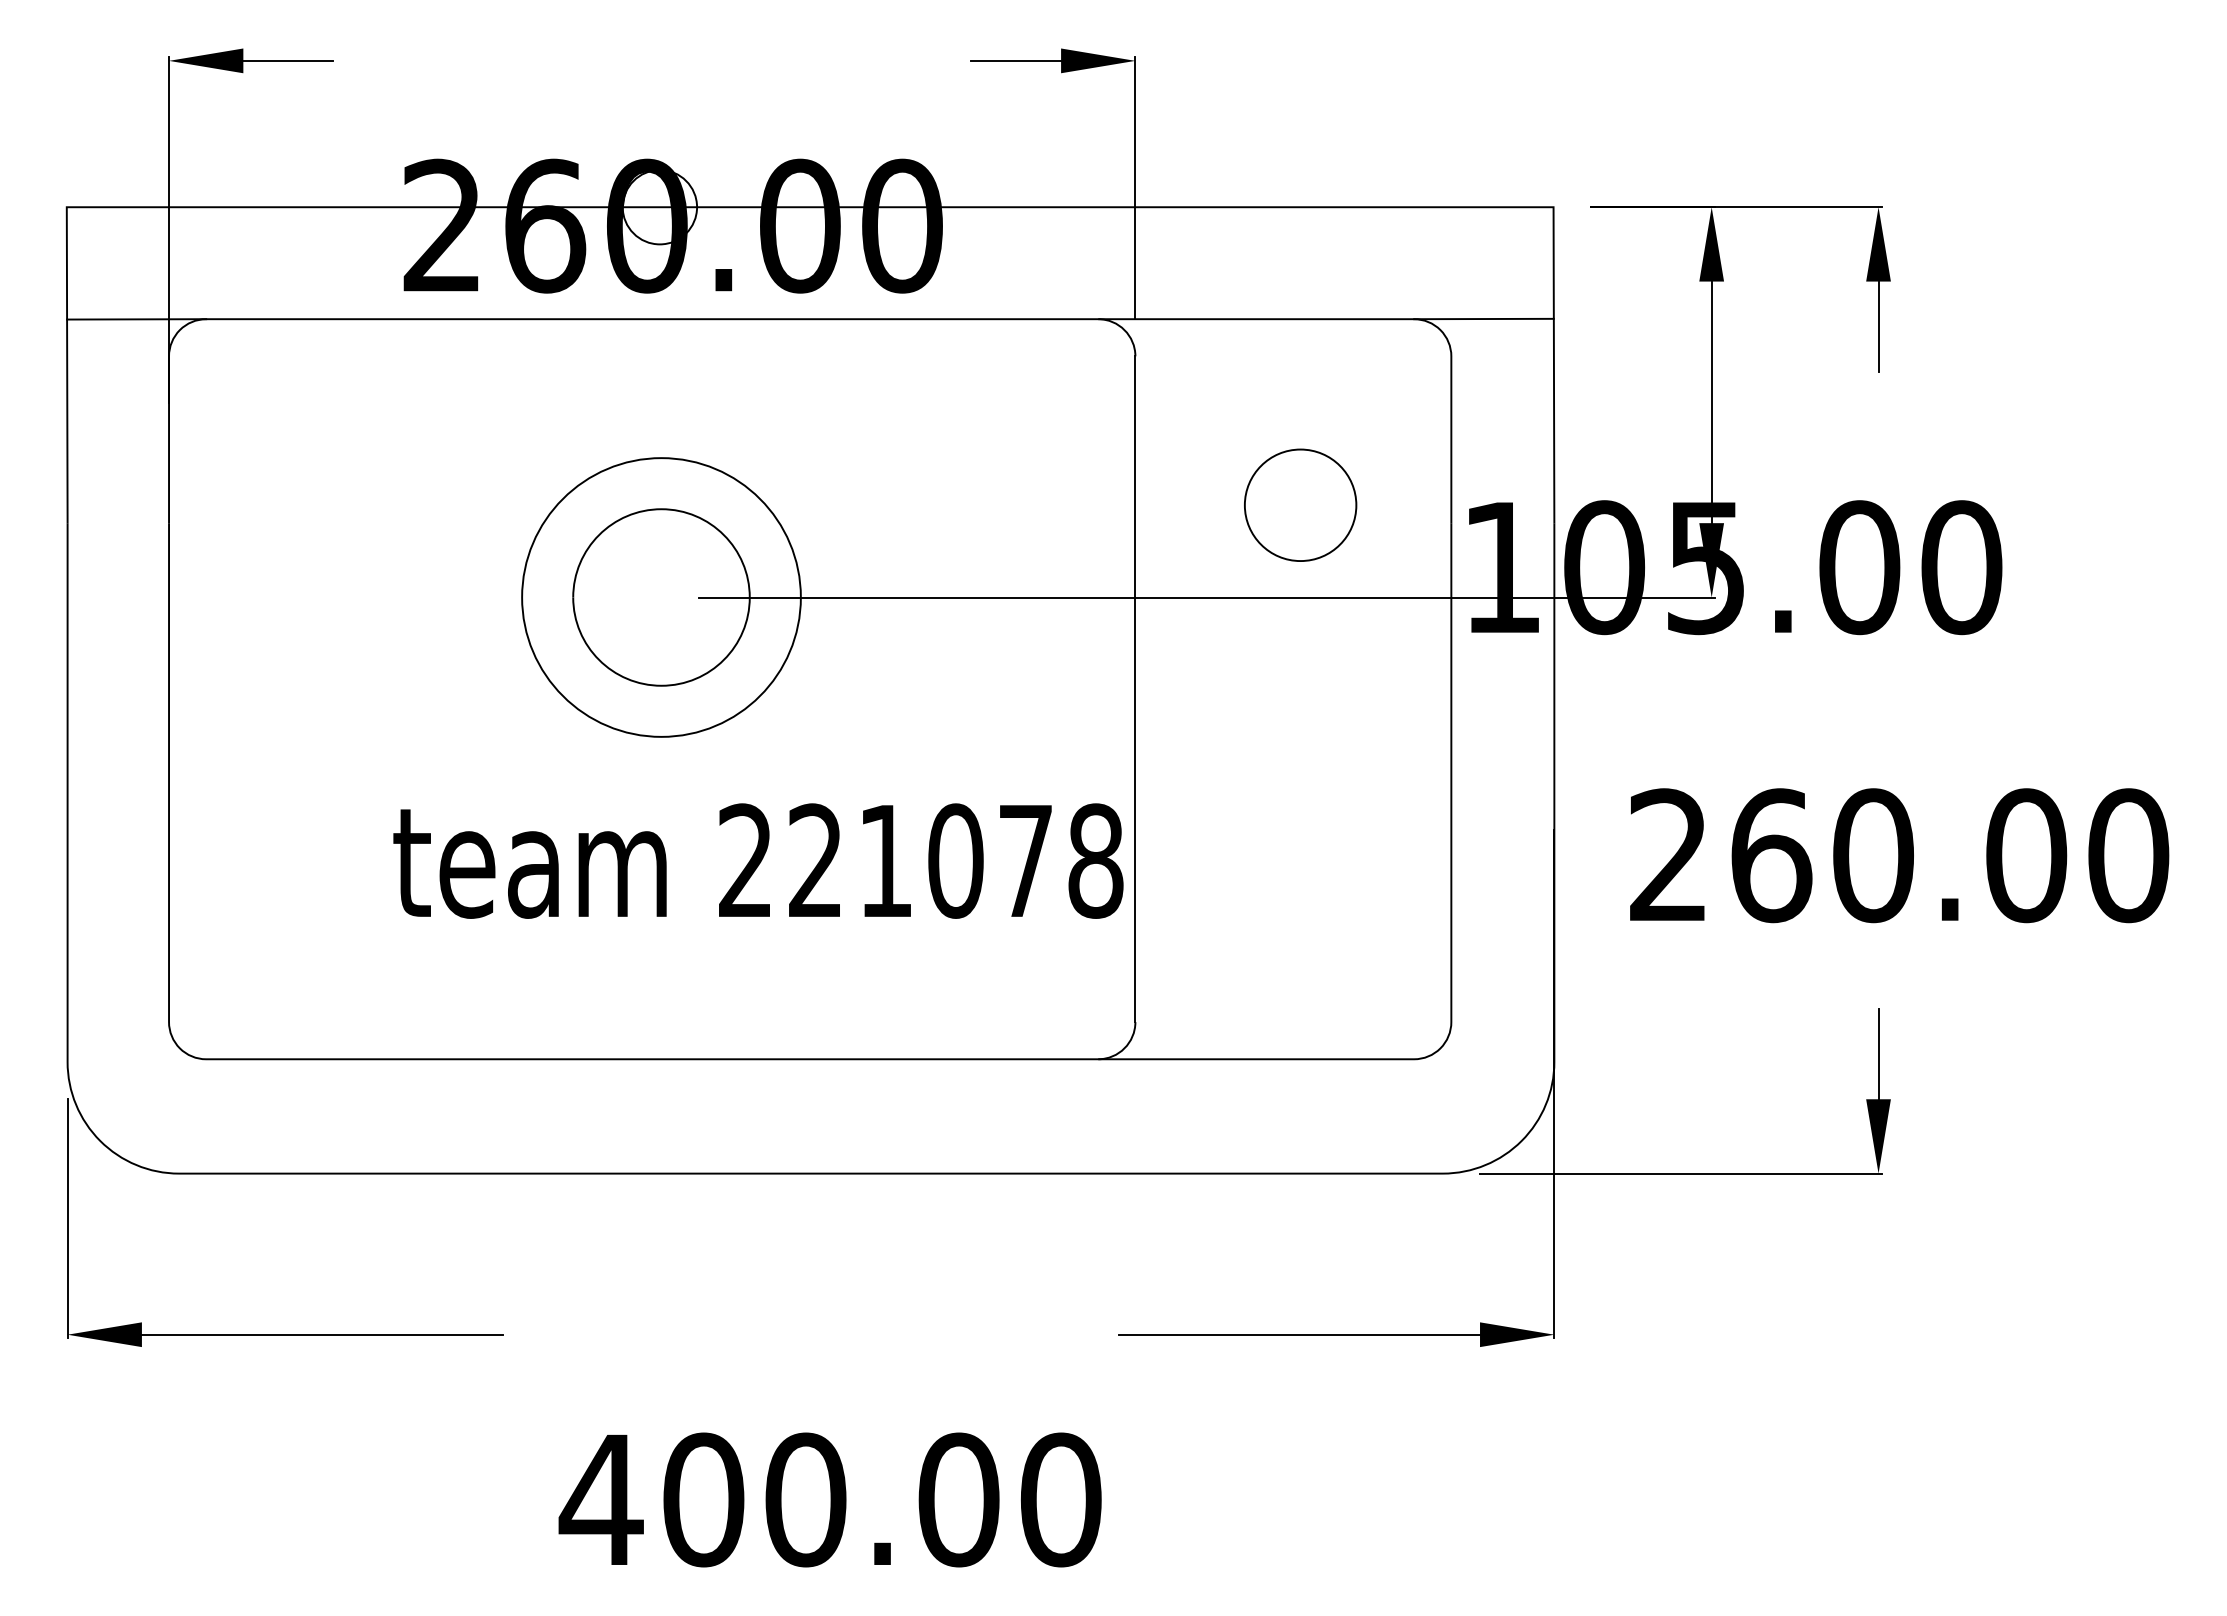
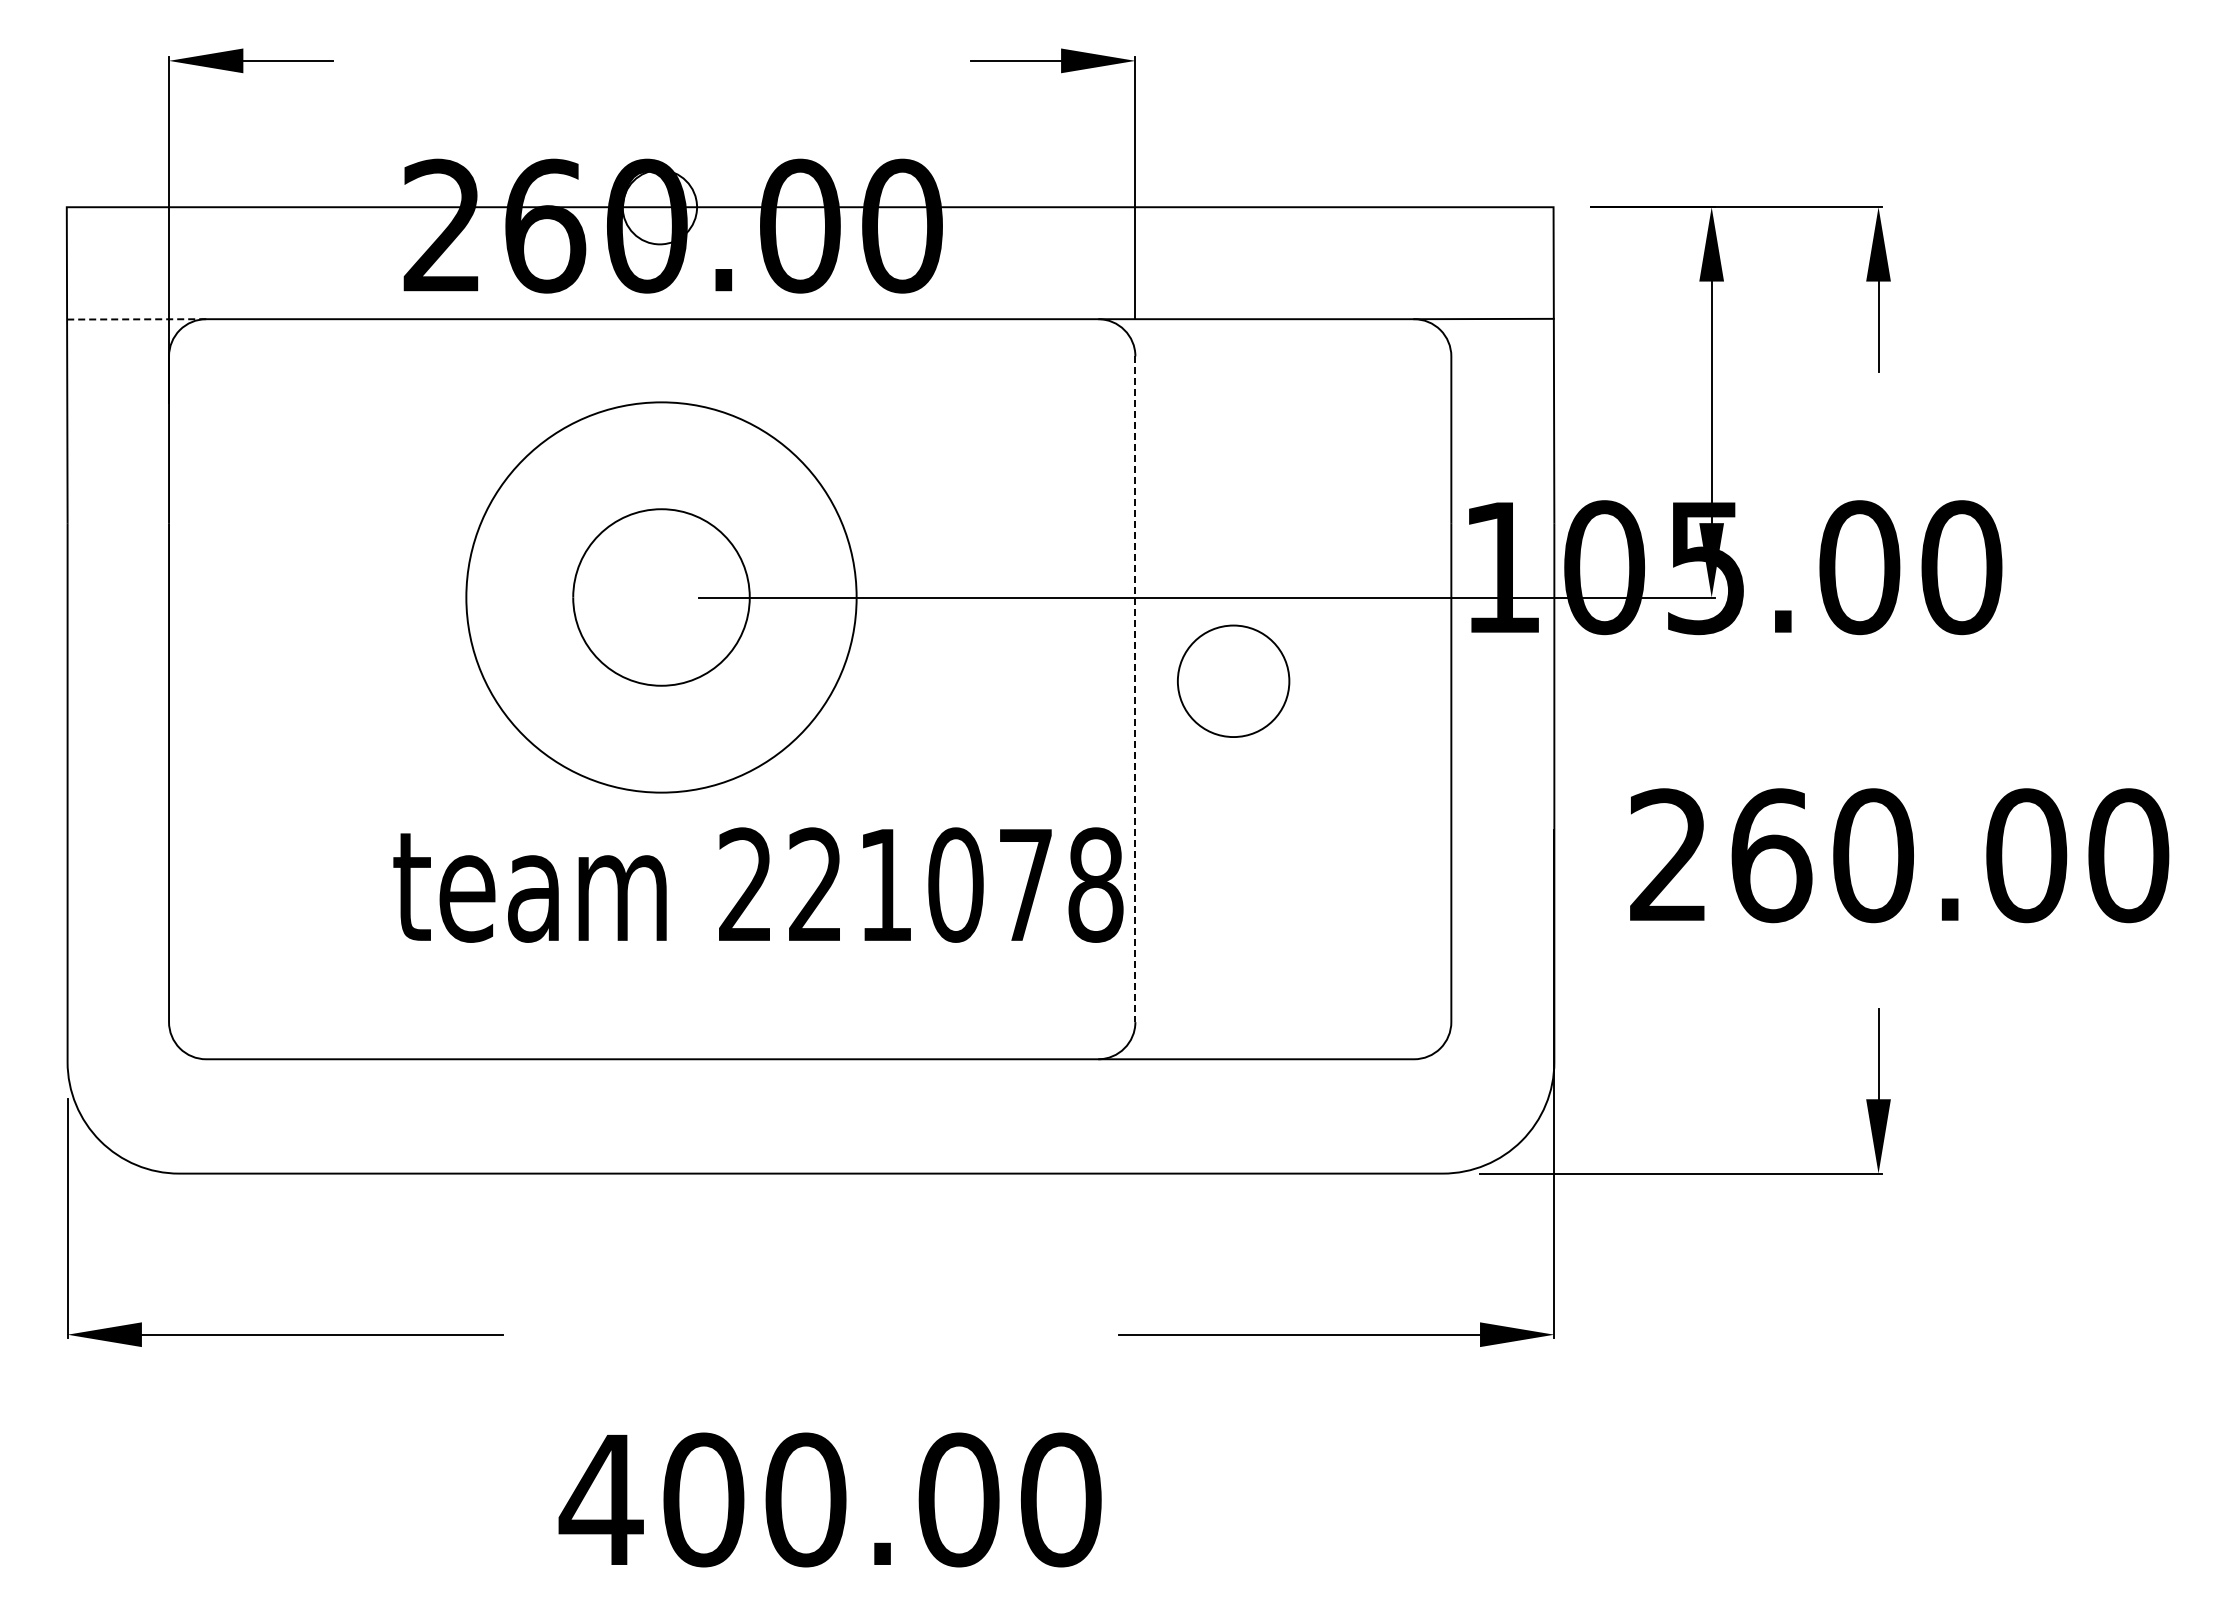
line at (136, 319): solid -> dashed
circle at (1300, 504) position: (1300, 504) -> (1233, 680)
circle at (661, 597) diameter: 279 px -> 390 px
line at (1135, 689): solid -> dashed
text at (758, 860) position: (758, 860) -> (758, 884)
